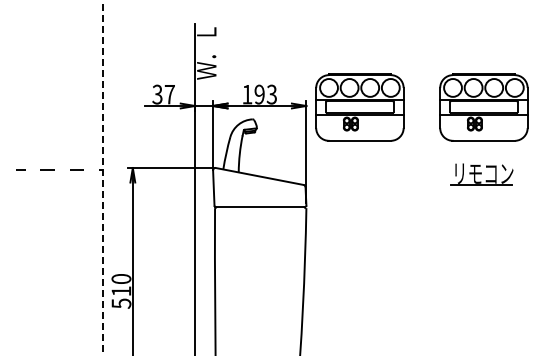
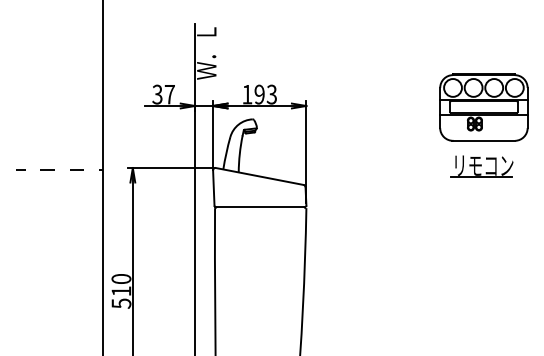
part at (359, 107): present -> none
part at (481, 174) position: (481, 174) -> (481, 166)
line at (103, 177): dashed -> solid
